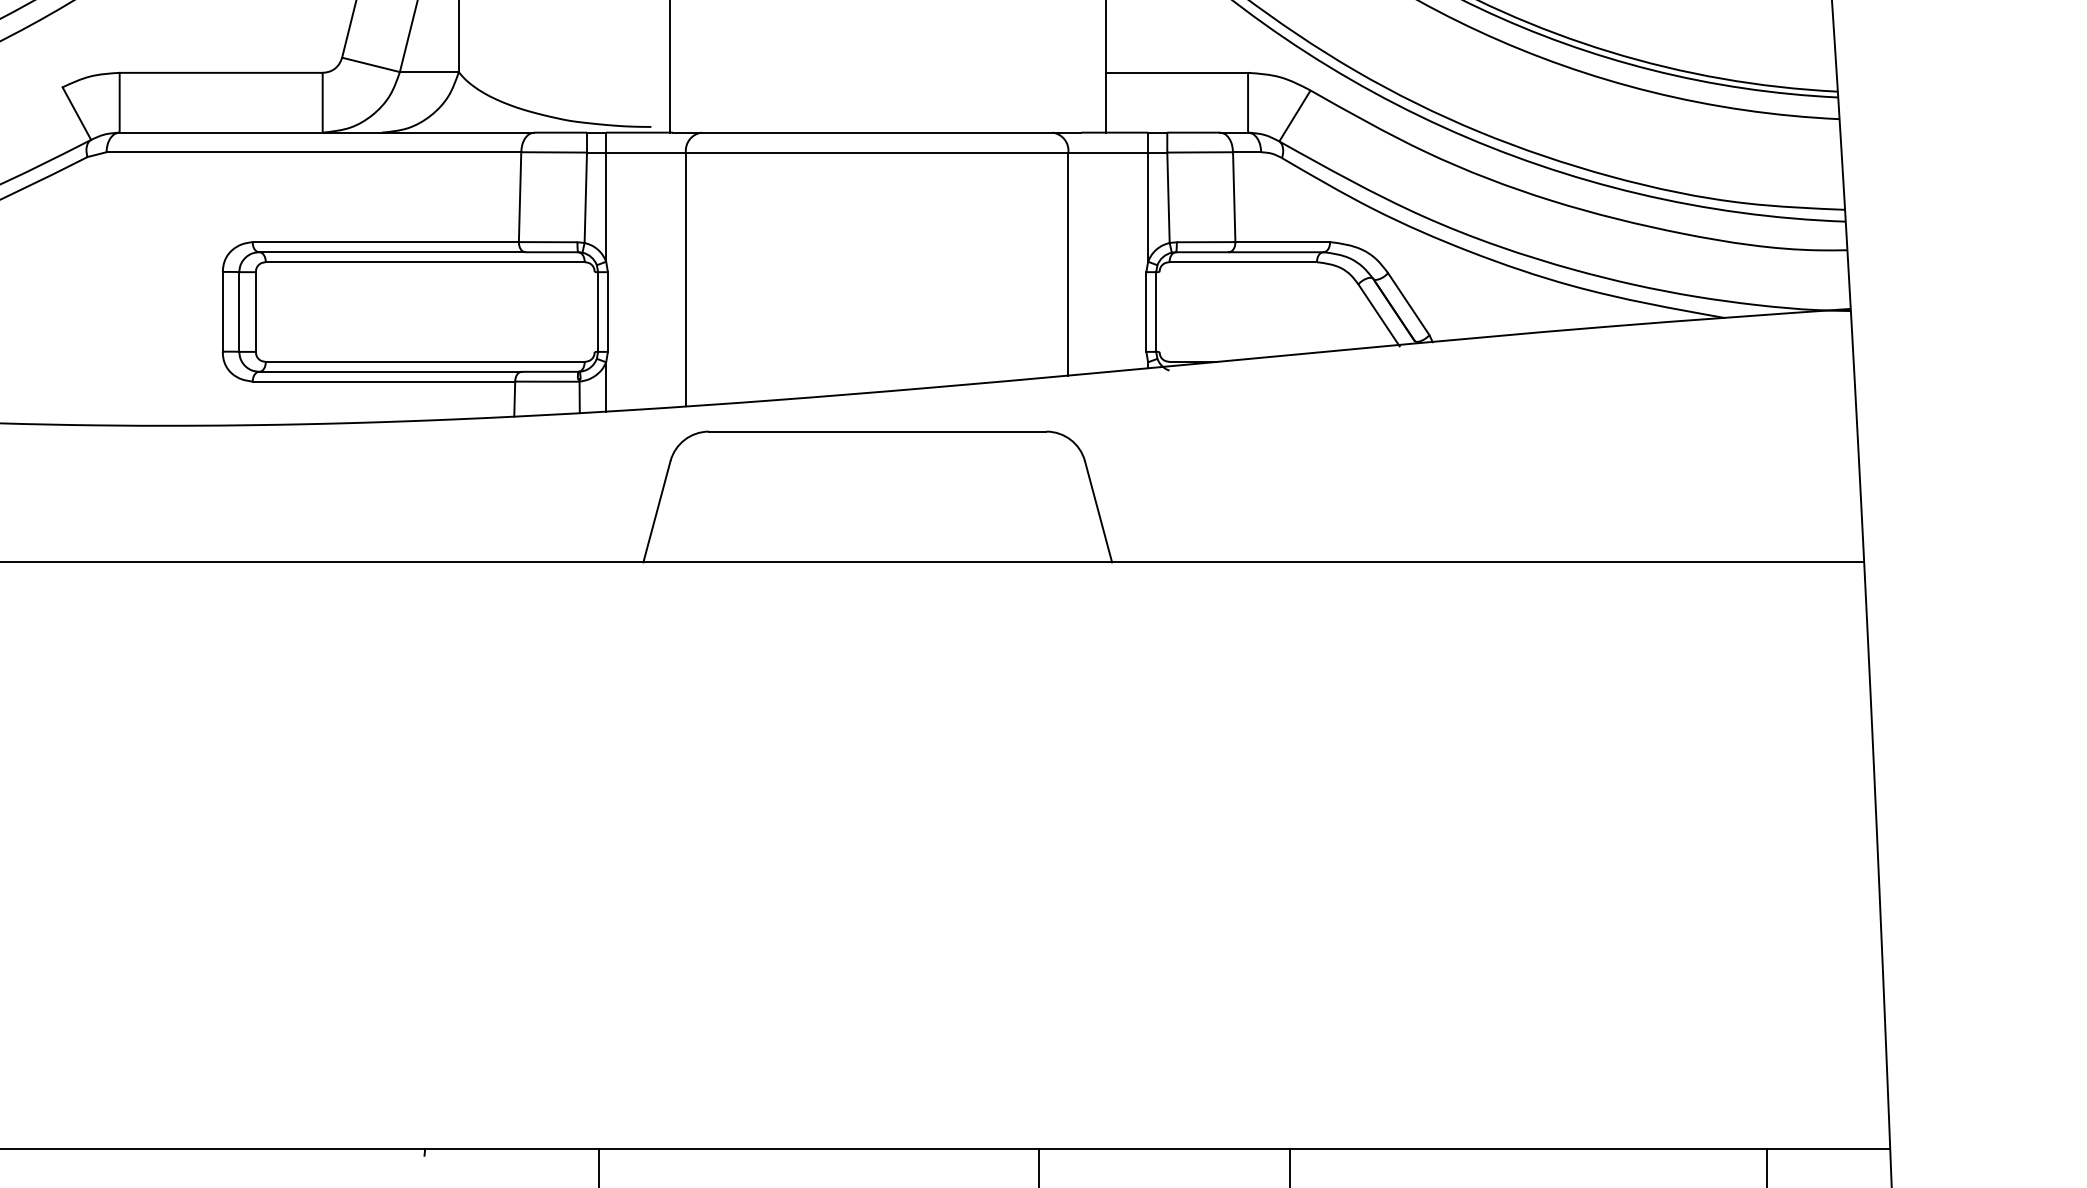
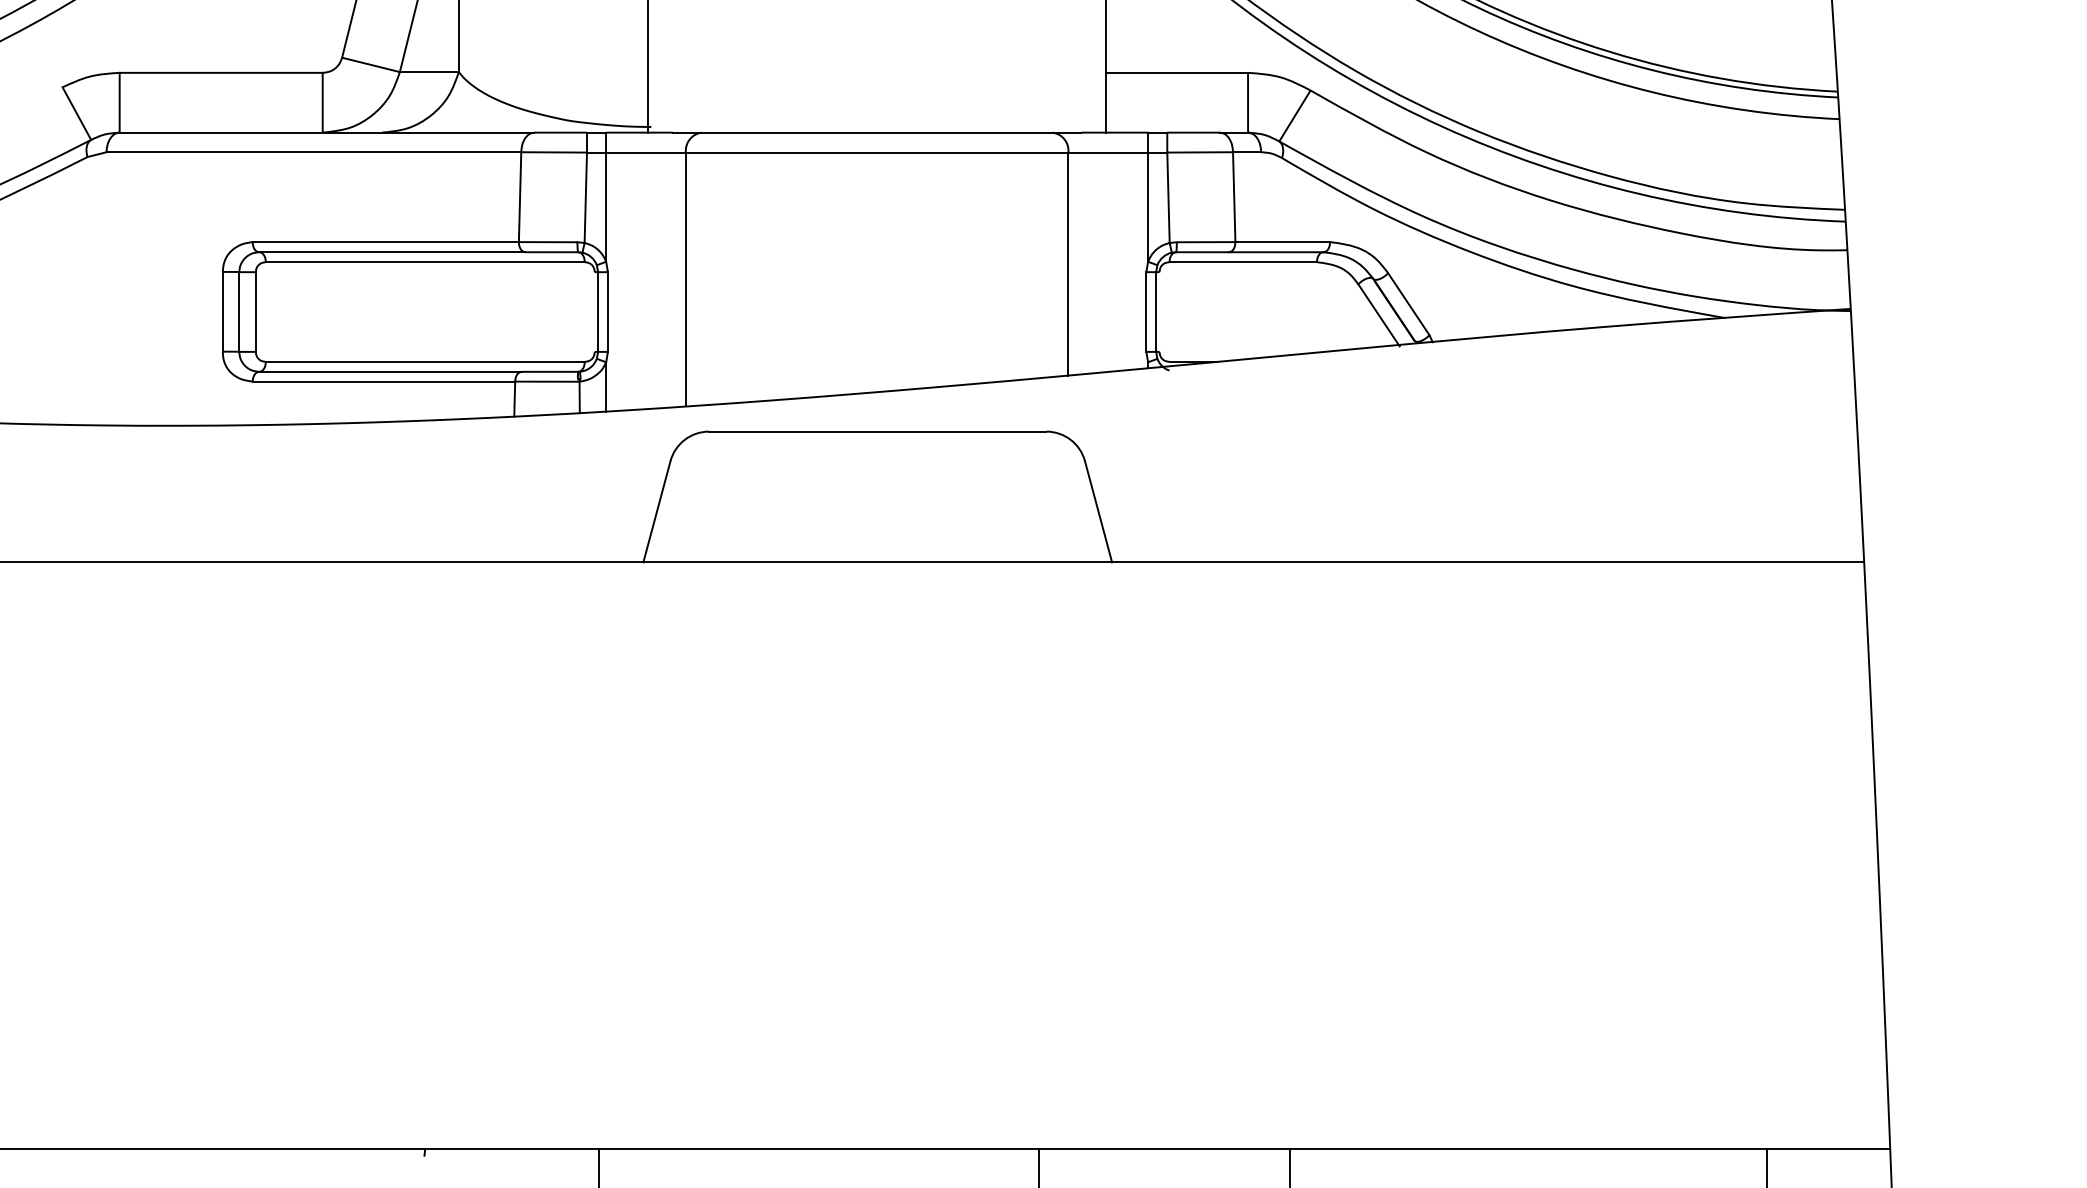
line at (669, 67) position: (669, 67) -> (647, 67)
